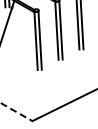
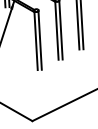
line at (16, 112): dashed -> solid
